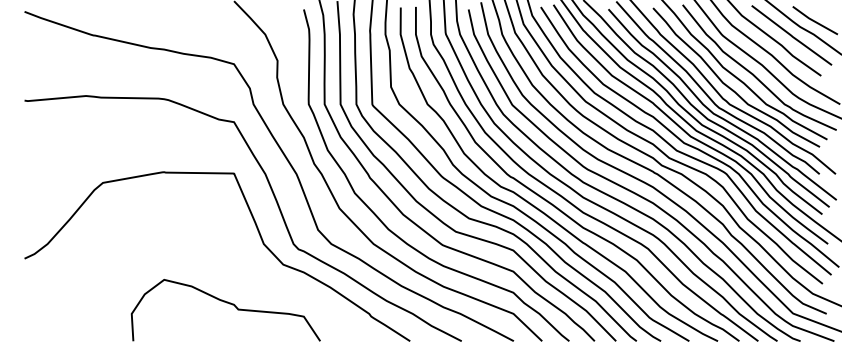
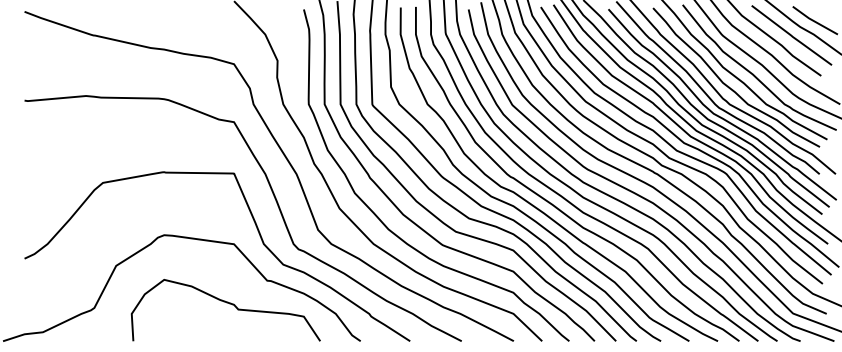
curve at (190, 239): none -> present
